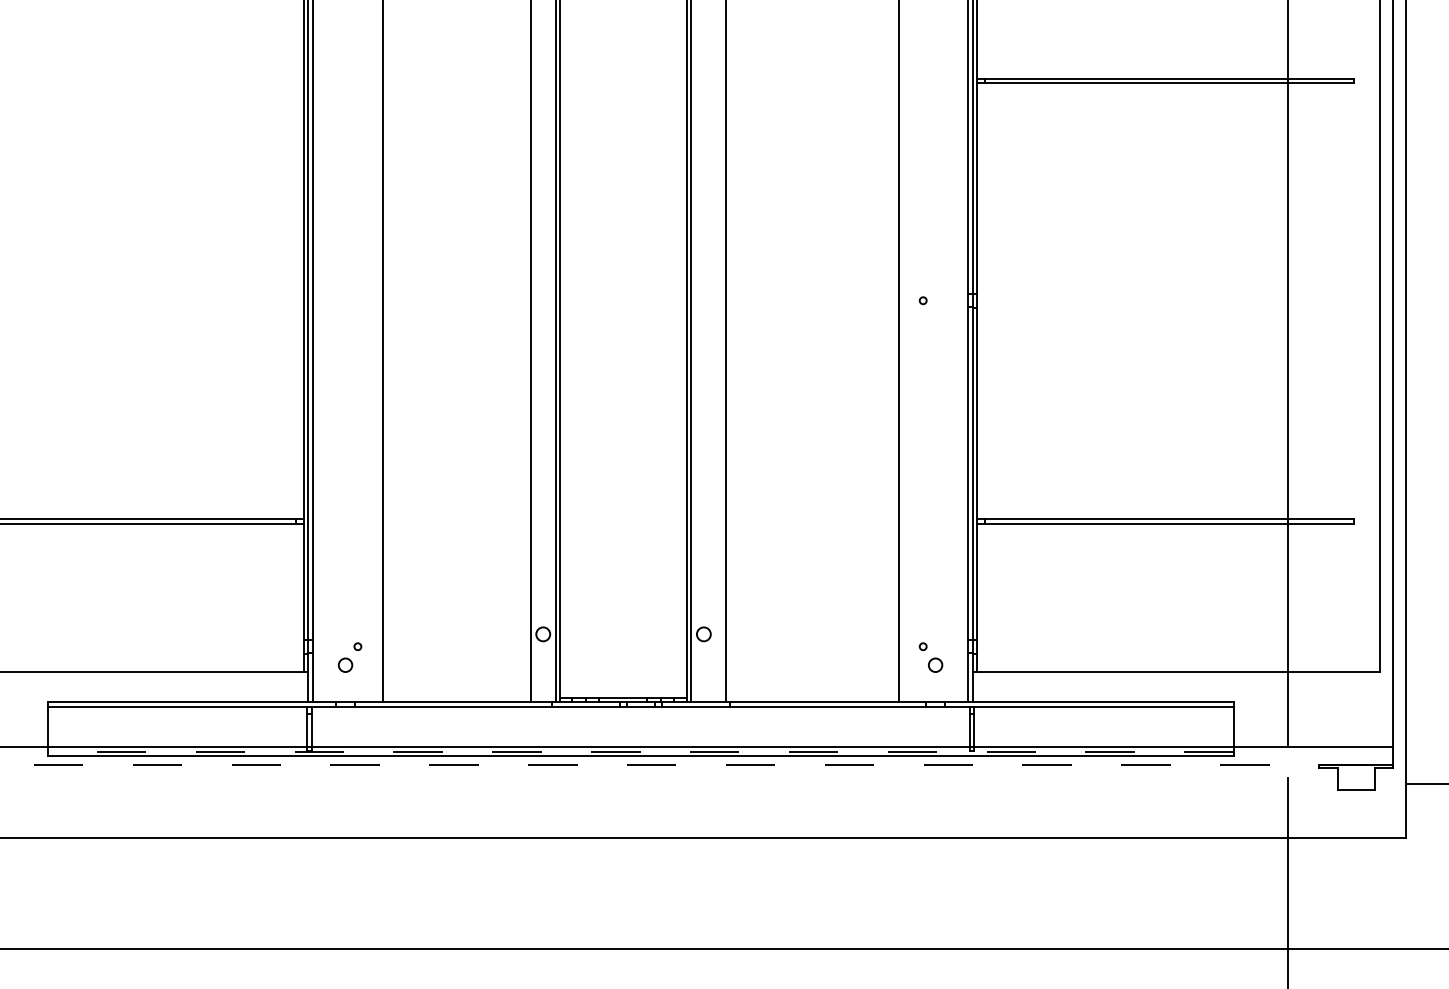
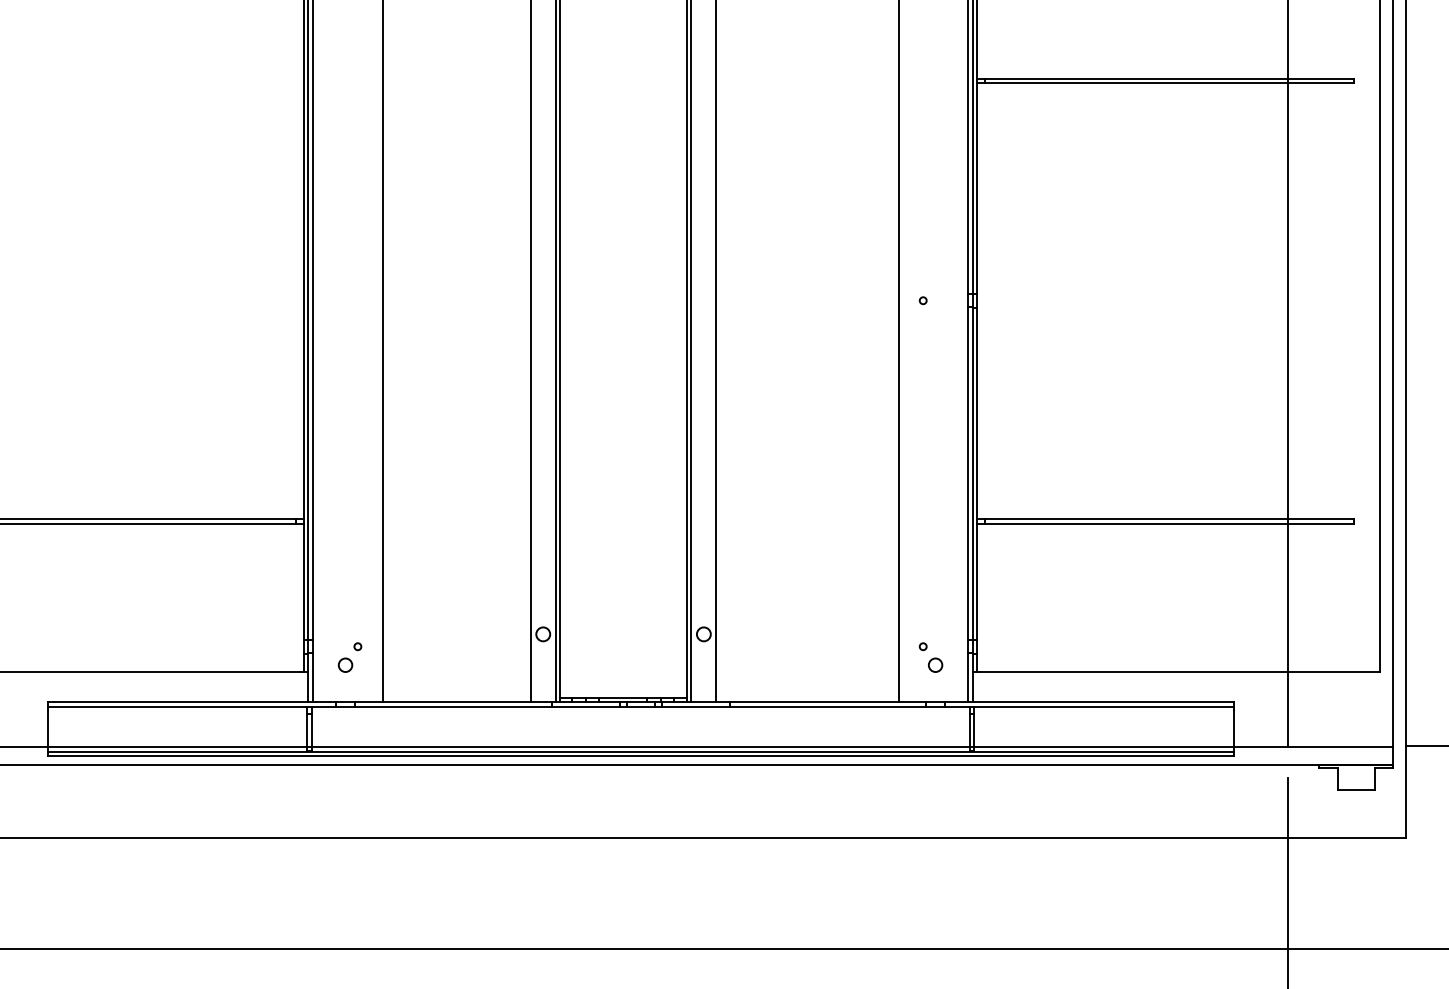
line at (726, 352) position: (726, 352) -> (716, 352)
line at (640, 751): dashed -> solid
line at (696, 765): dashed -> solid
line at (1425, 783) position: (1425, 783) -> (1425, 745)
